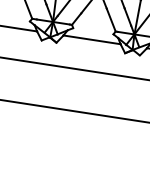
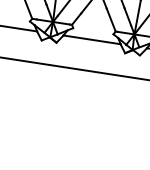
line at (74, 111): present -> none
